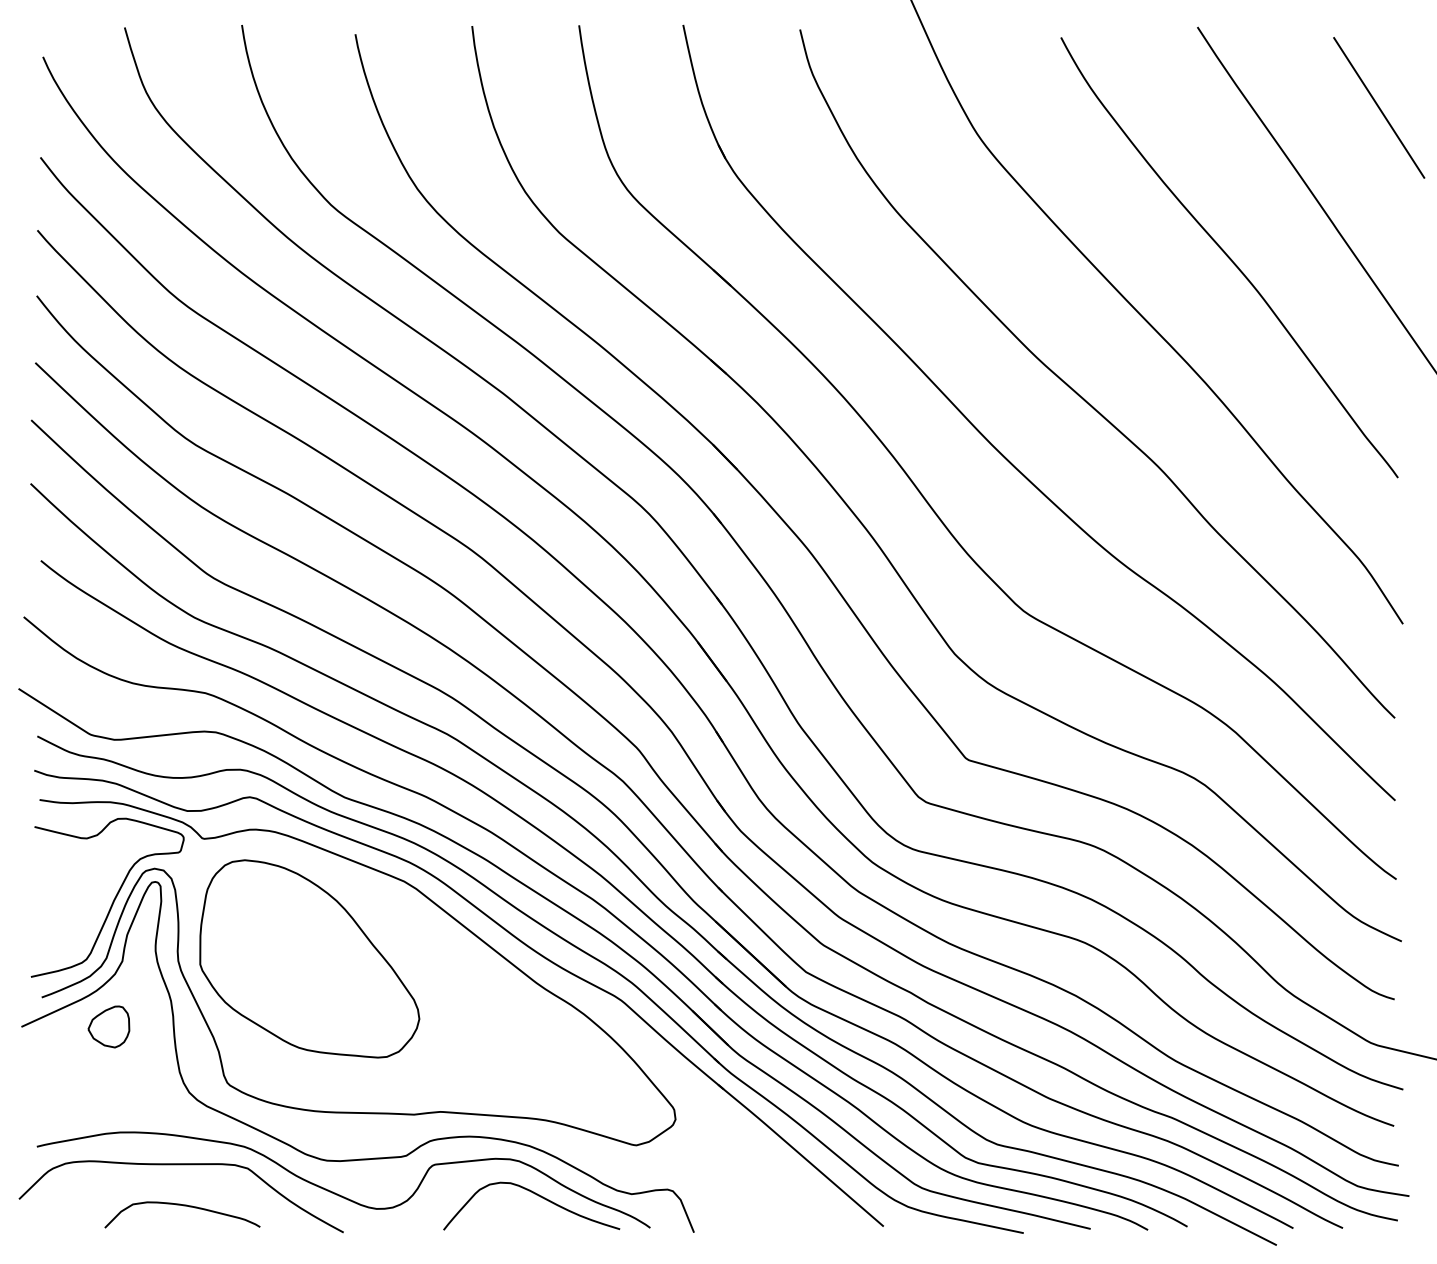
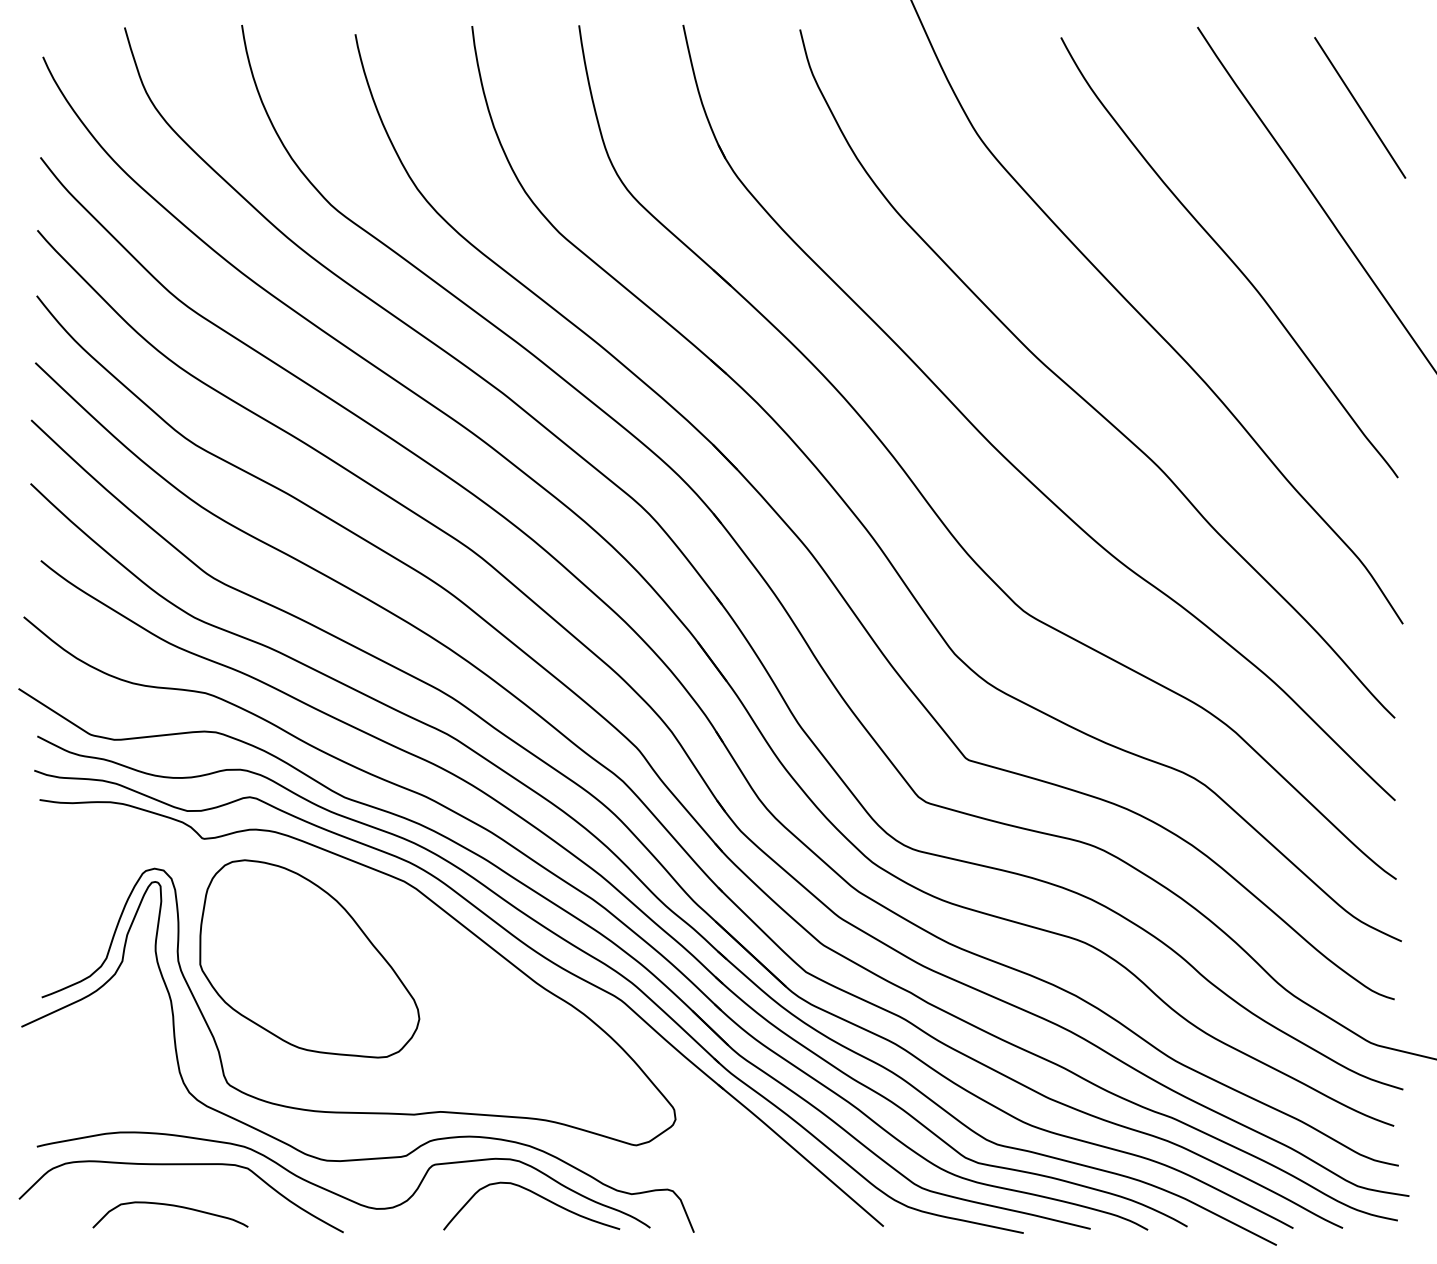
line at (1379, 107) position: (1379, 107) -> (1360, 107)
curve at (113, 899): present -> none
part at (108, 1026): present -> none
curve at (183, 1206) position: (183, 1206) -> (171, 1206)
